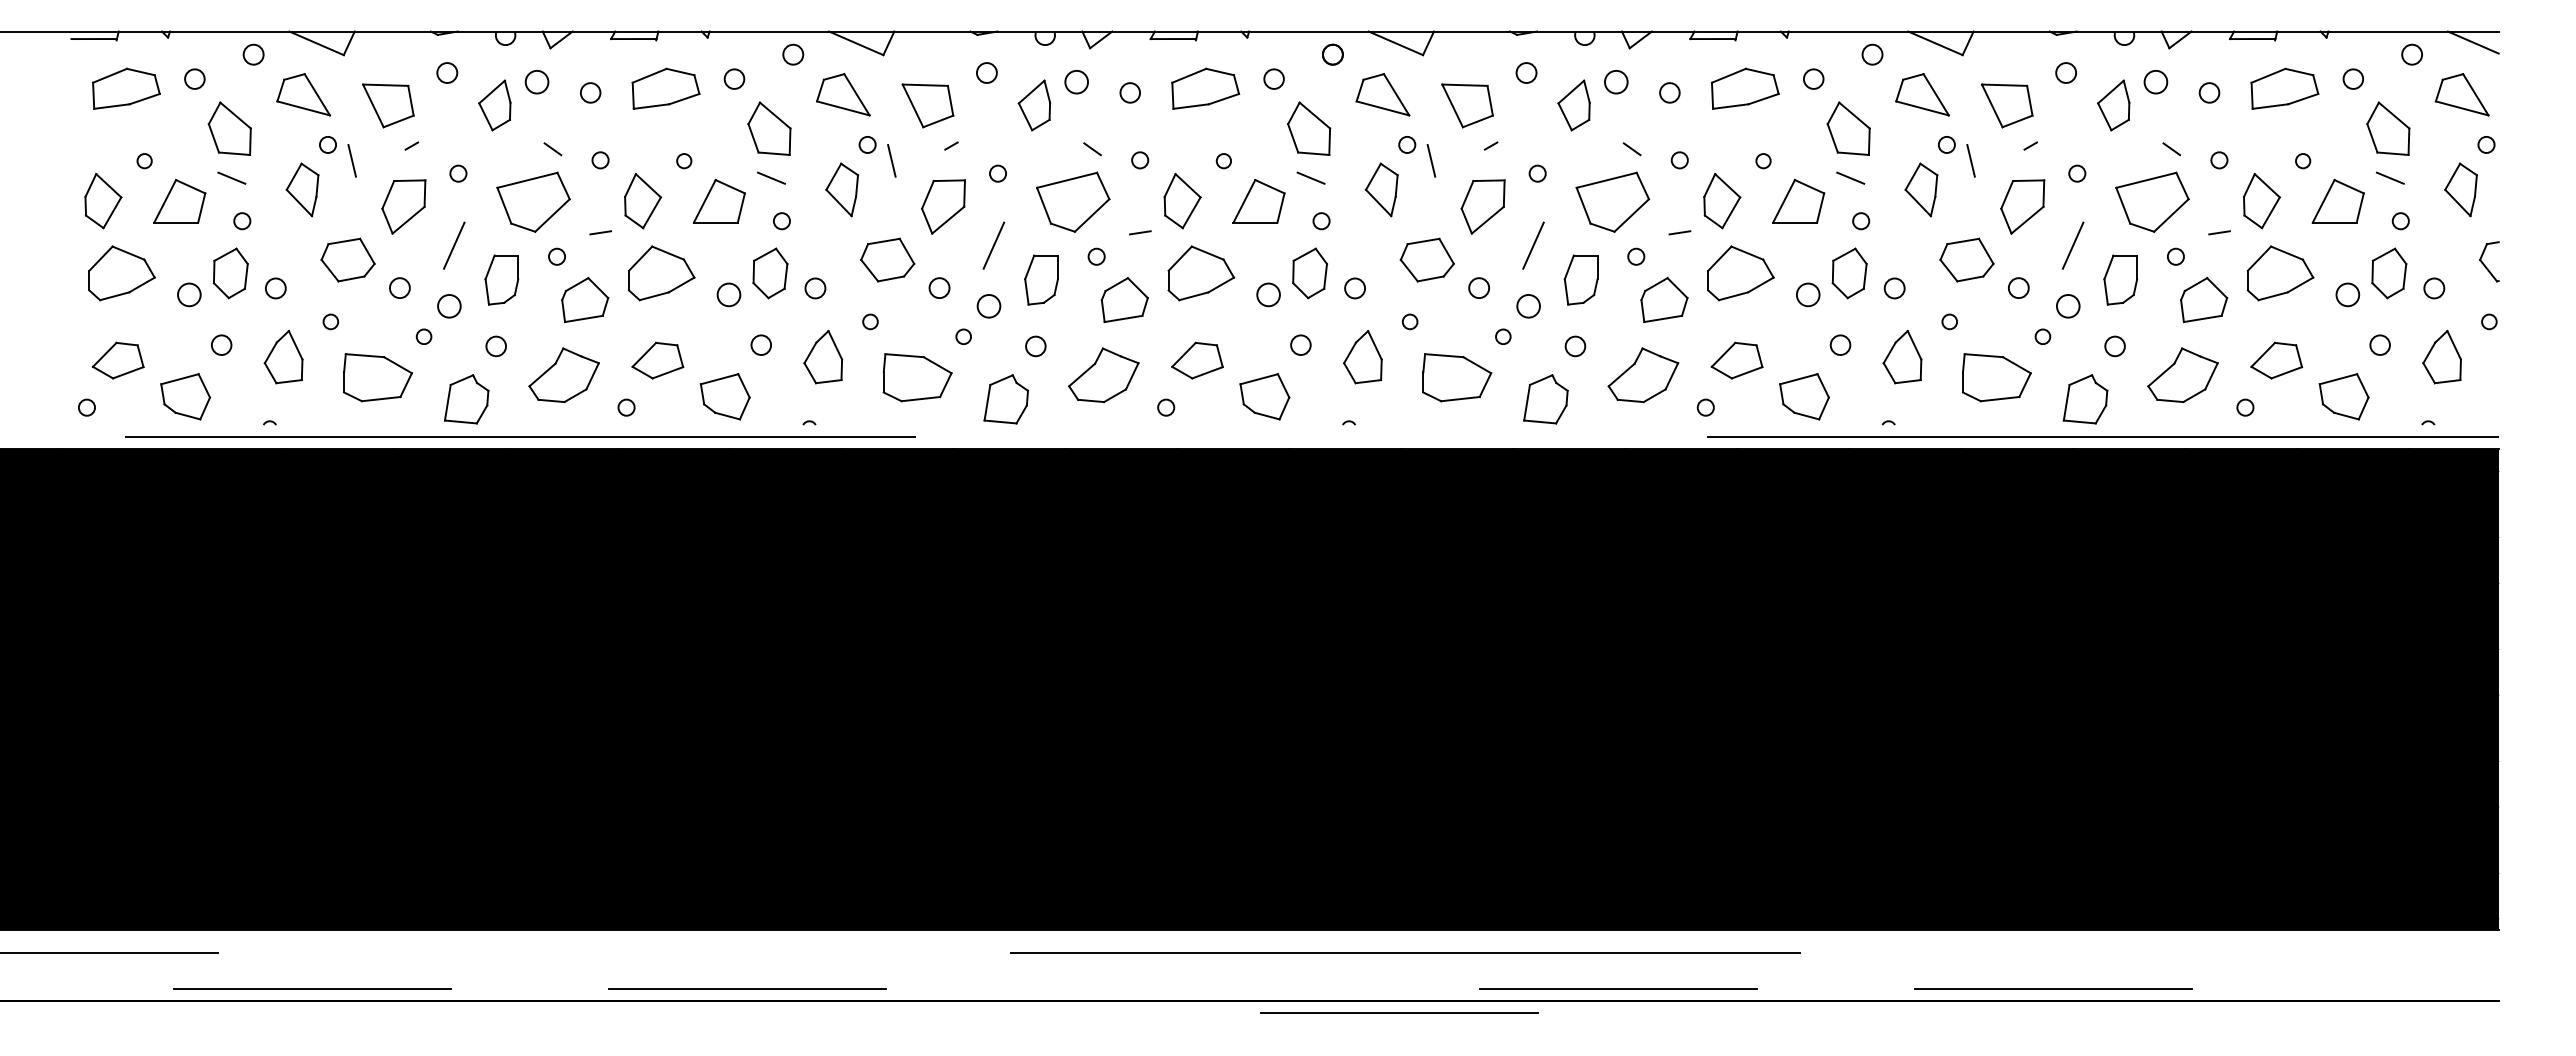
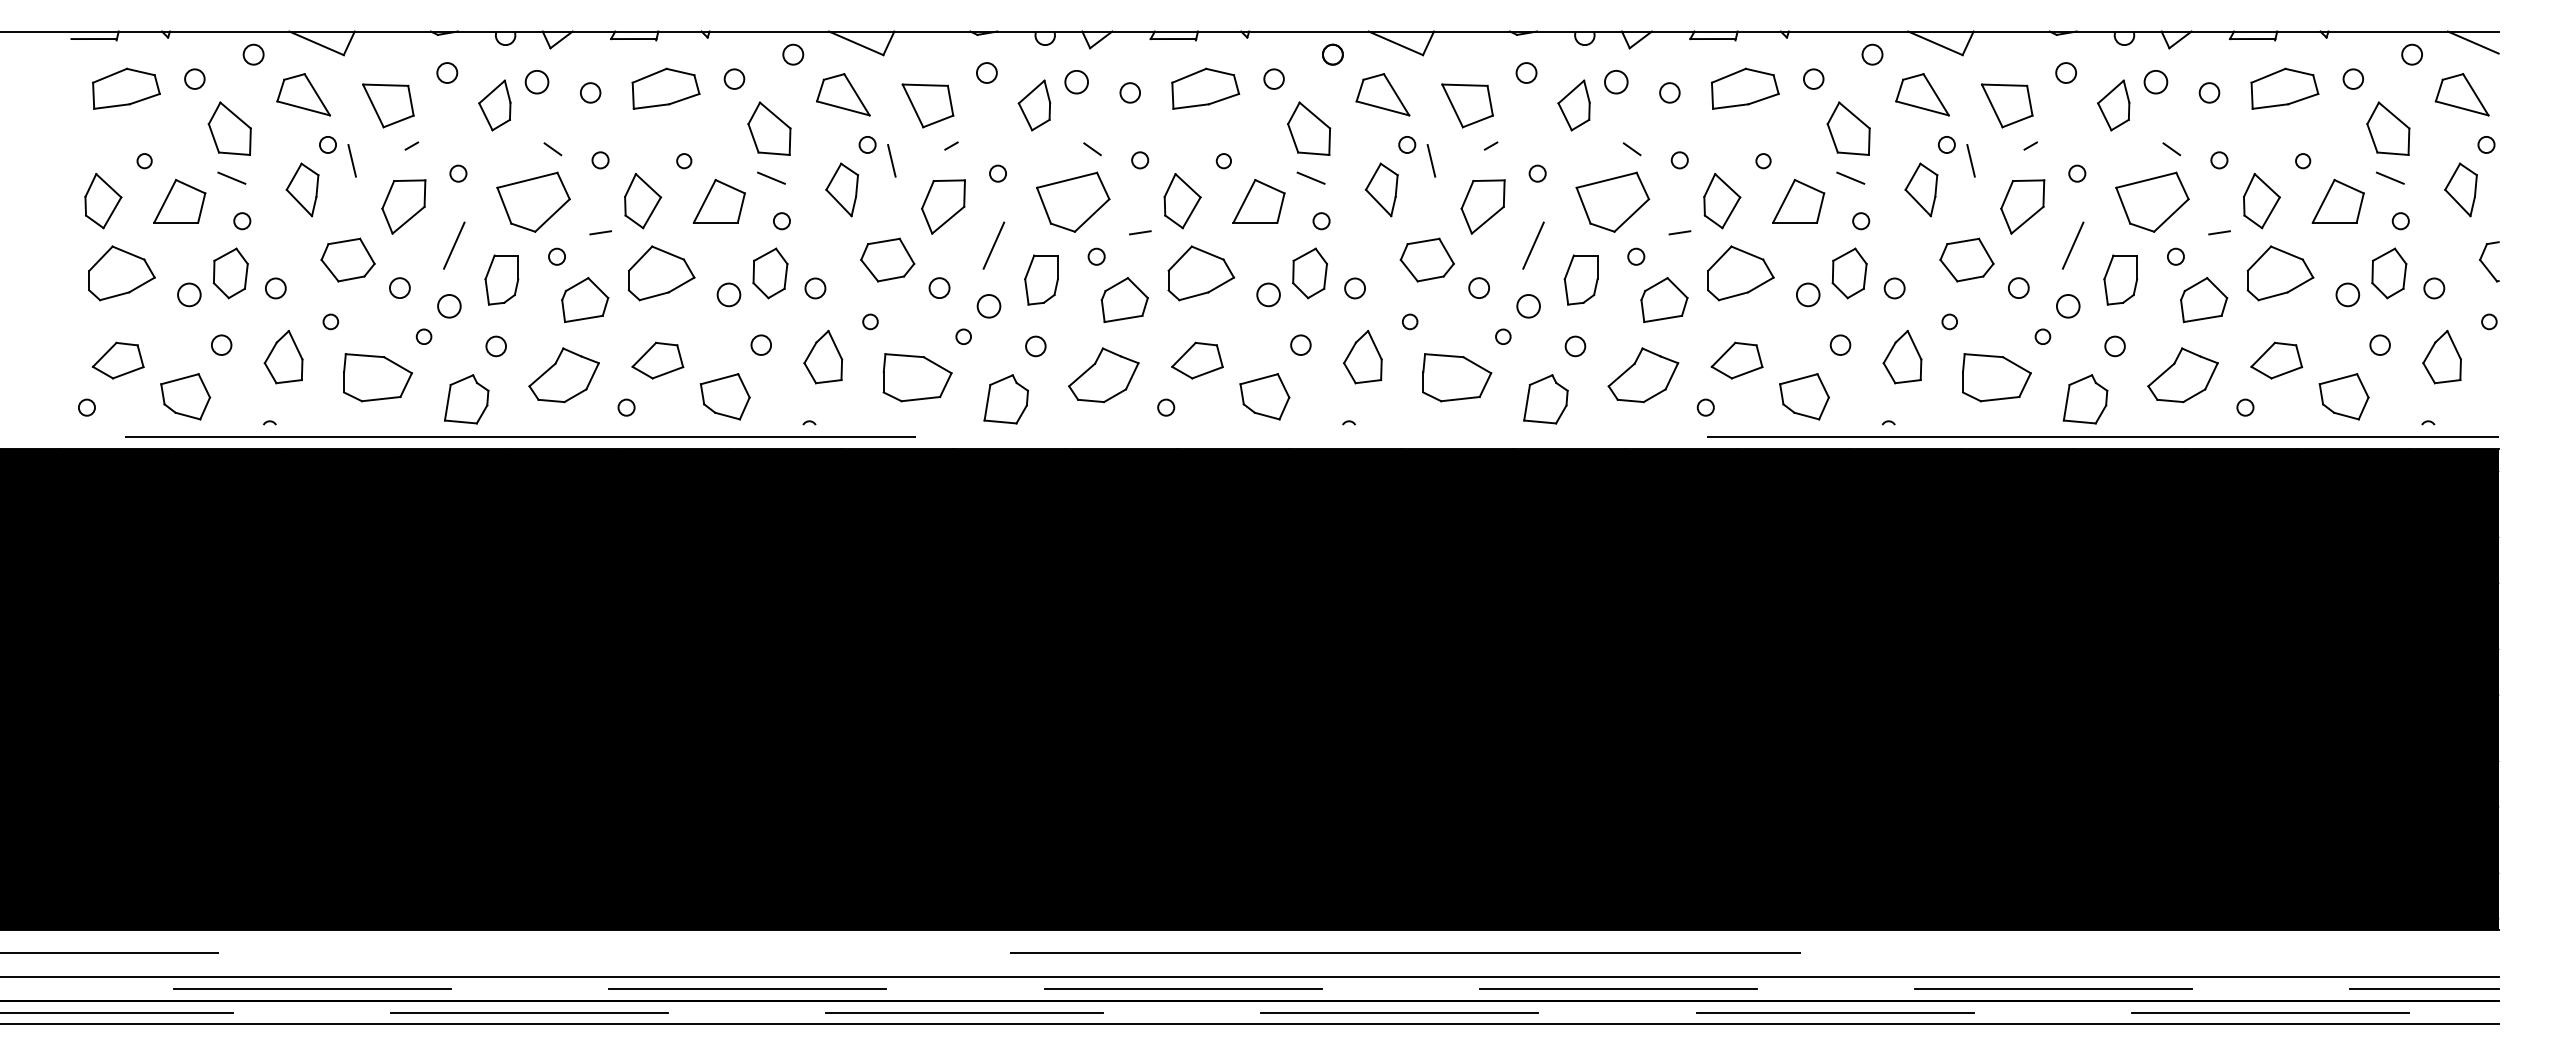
line at (1250, 976): none -> present
line at (1182, 988): none -> present
line at (2424, 988): none -> present
line at (117, 1012): none -> present
line at (529, 1012): none -> present
line at (964, 1012): none -> present
line at (1834, 1012): none -> present
line at (2270, 1012): none -> present
line at (1250, 1024): none -> present
